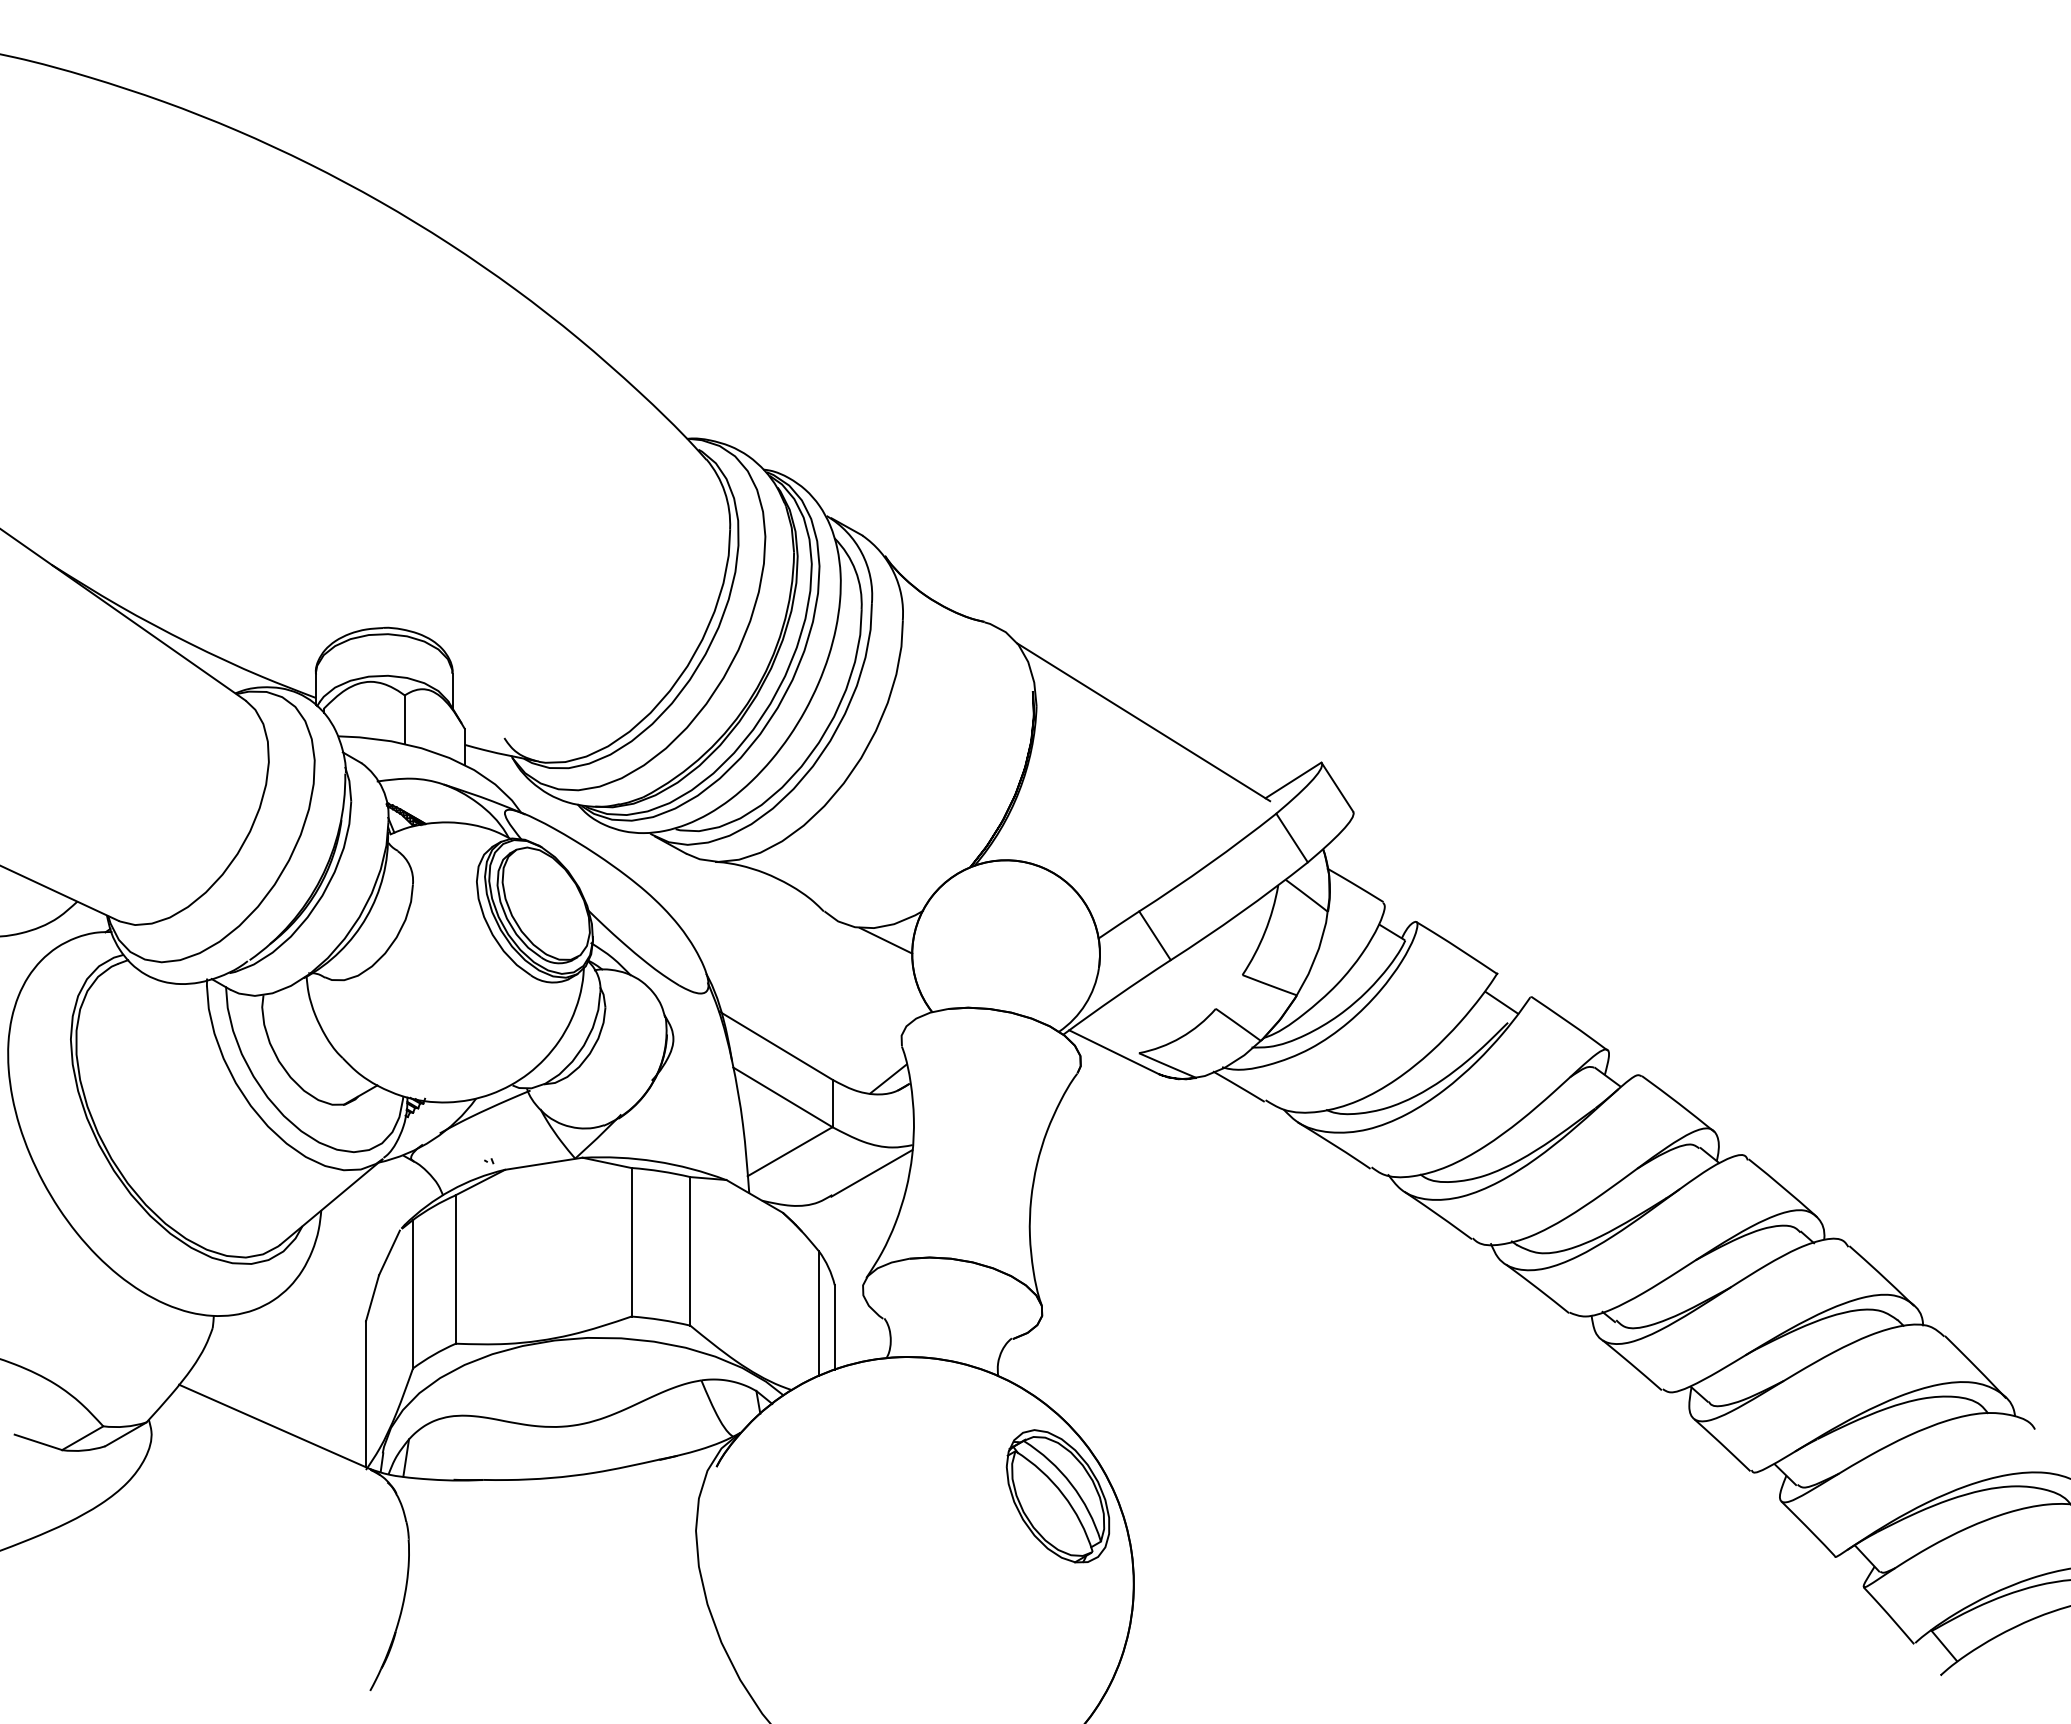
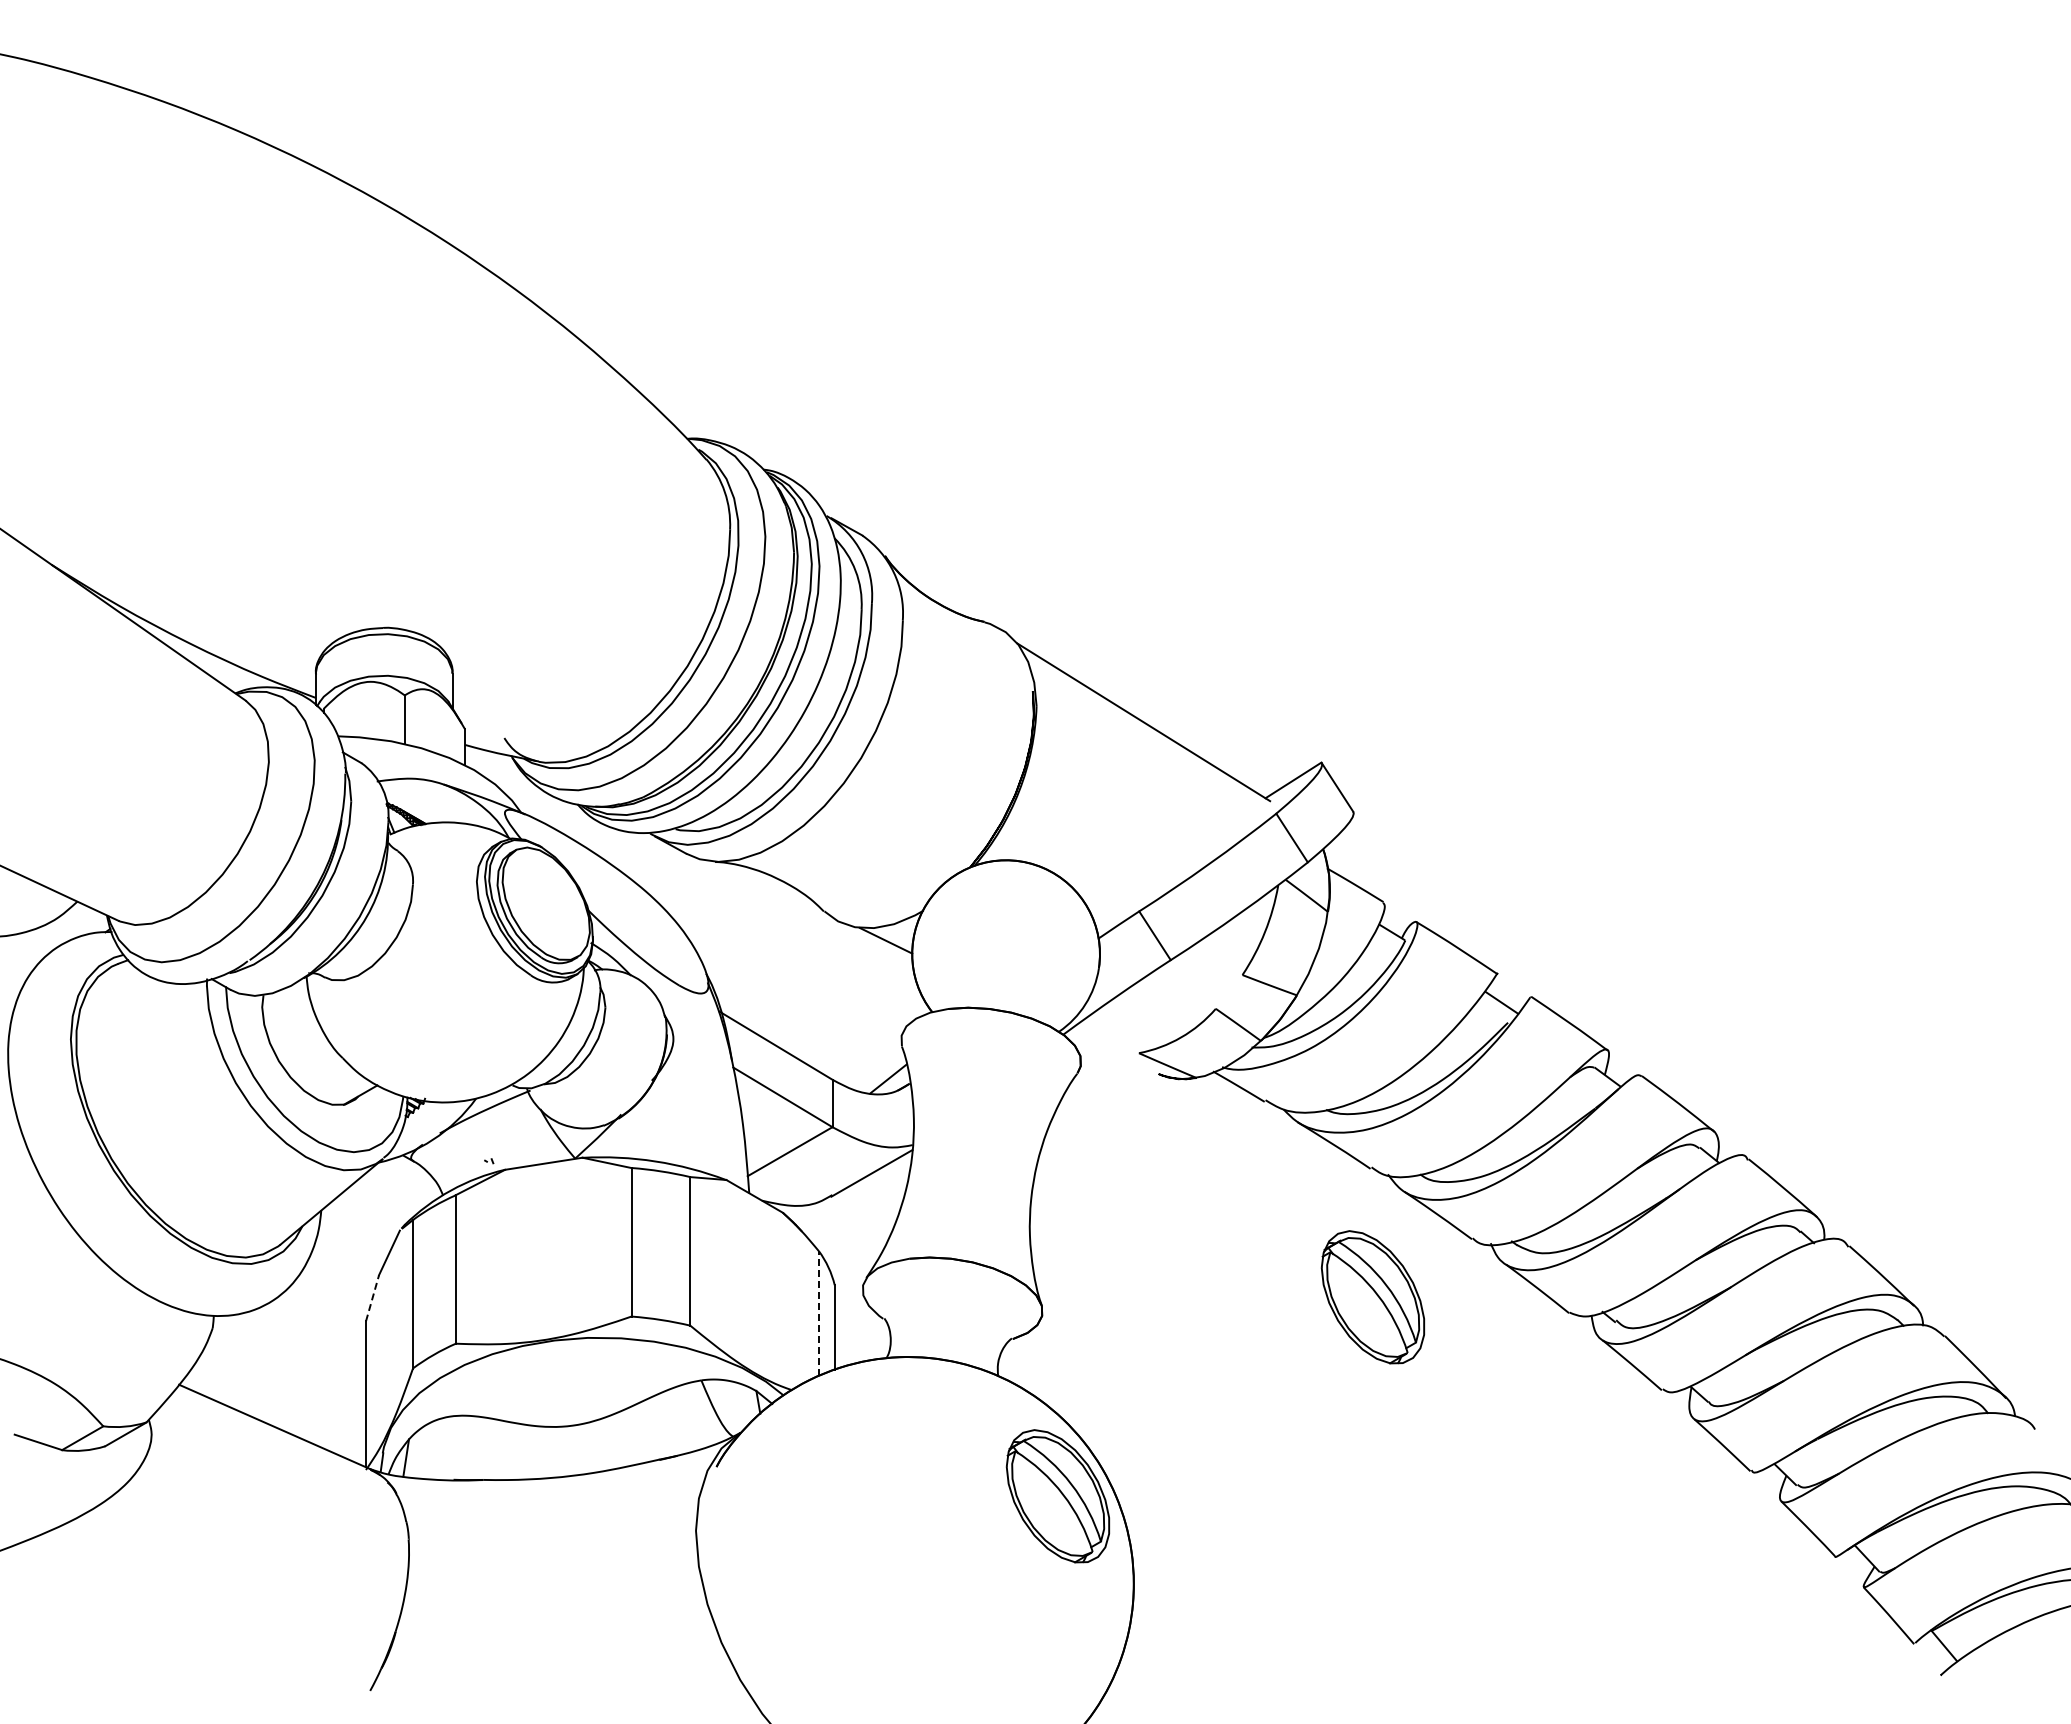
line at (1113, 1052): present -> none
line at (372, 1297): solid -> dashed
part at (1372, 1297): none -> present
line at (818, 1313): solid -> dashed
